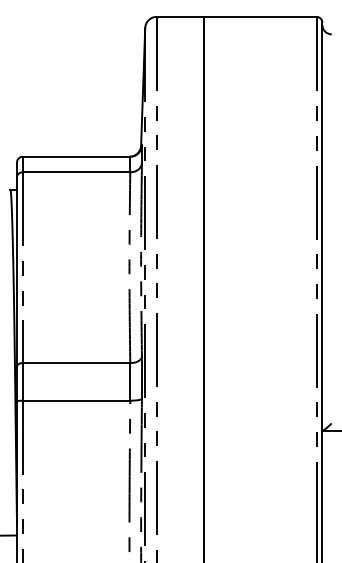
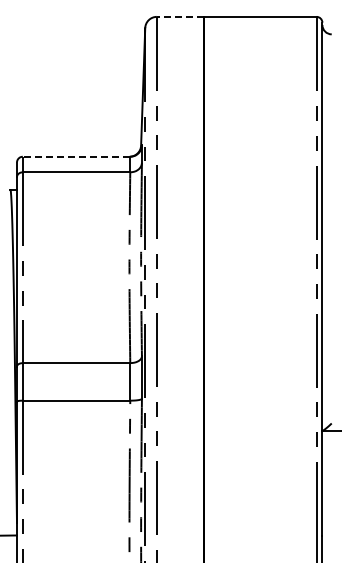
line at (179, 16): solid -> dashed
line at (76, 156): solid -> dashed
